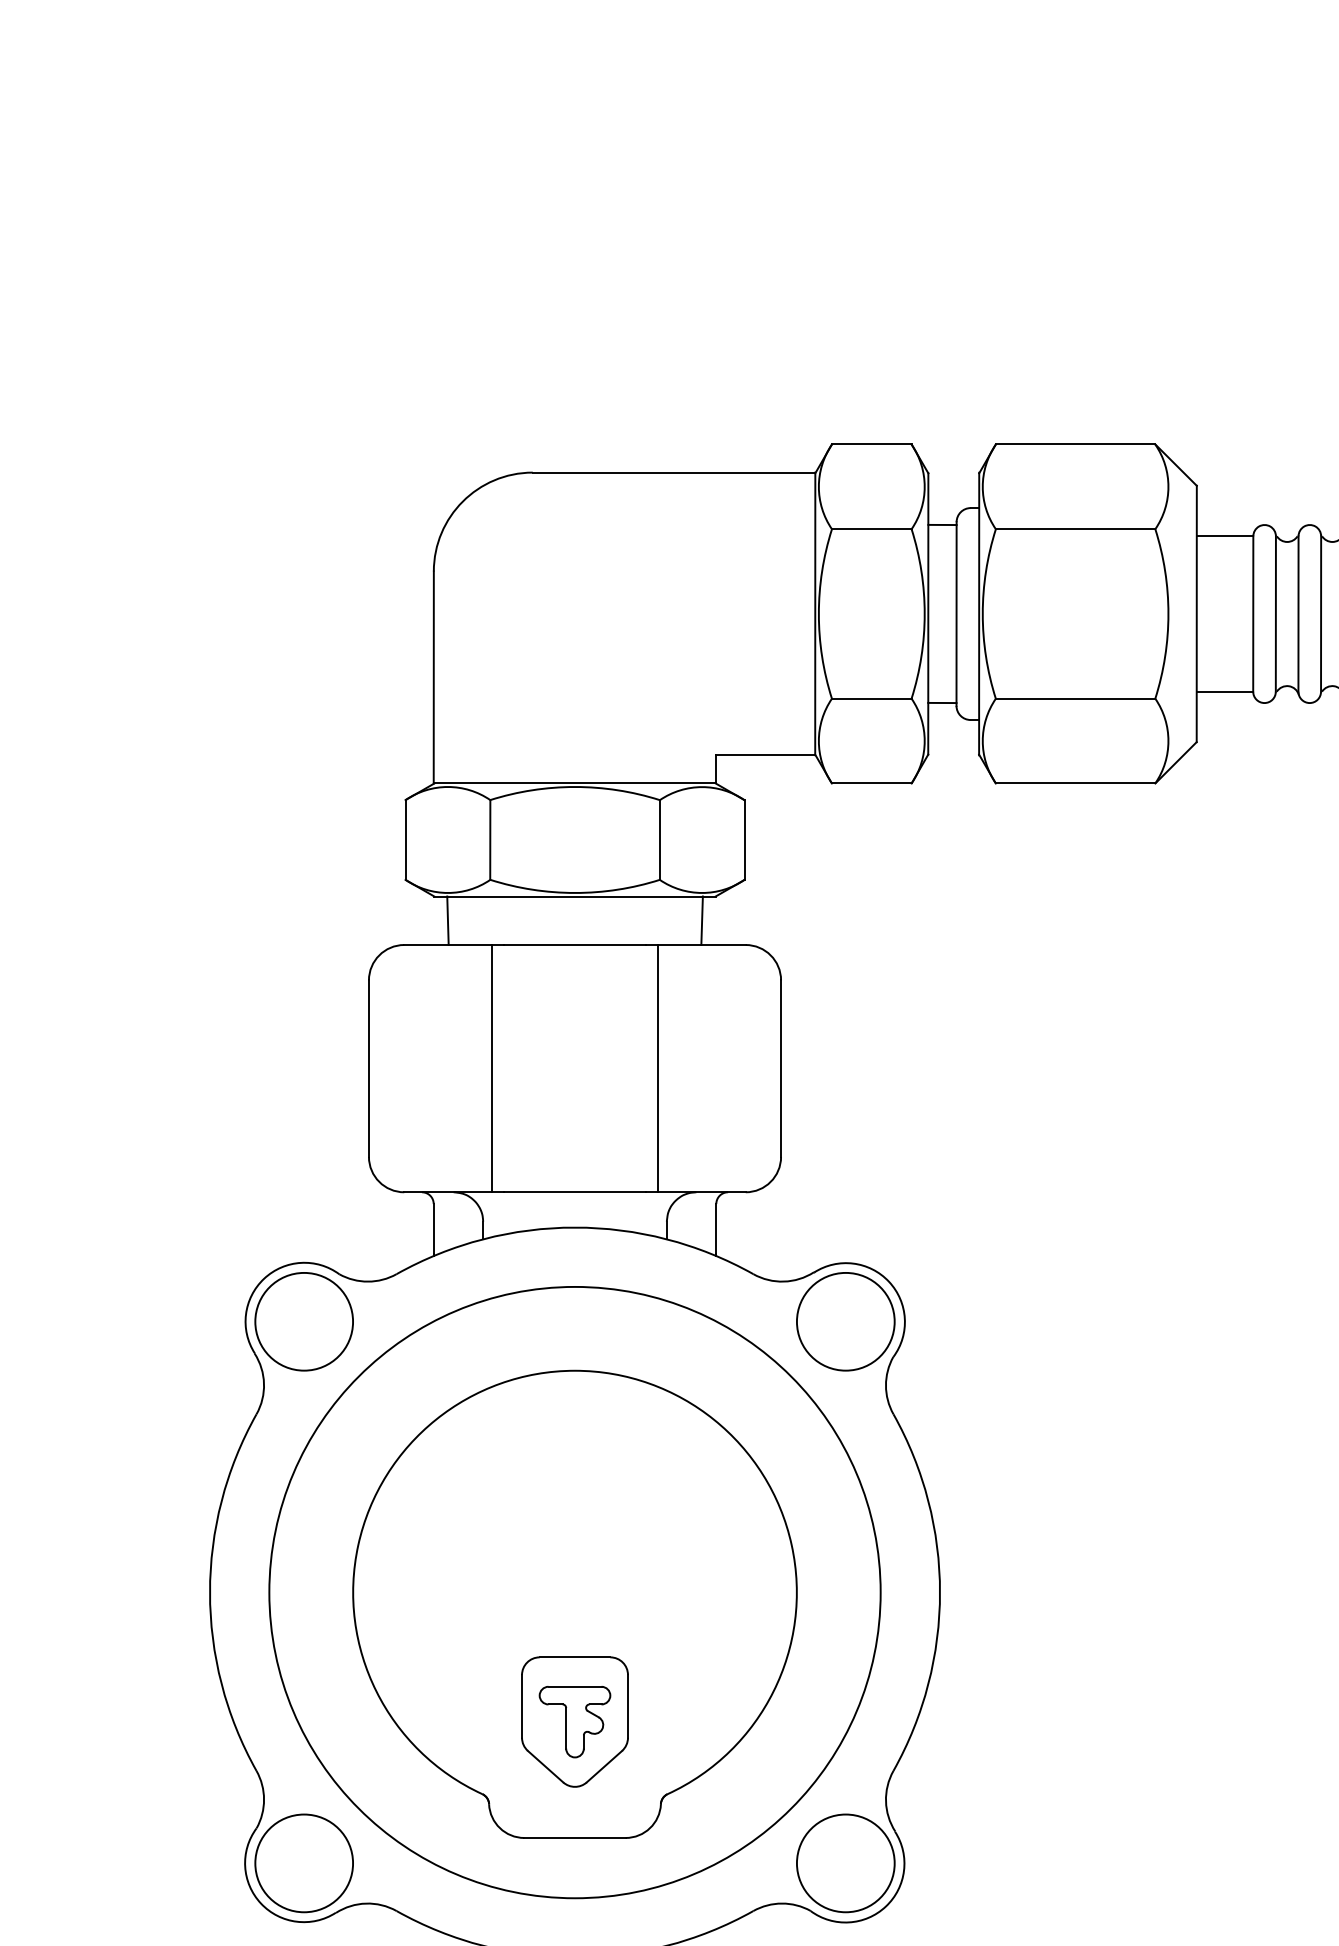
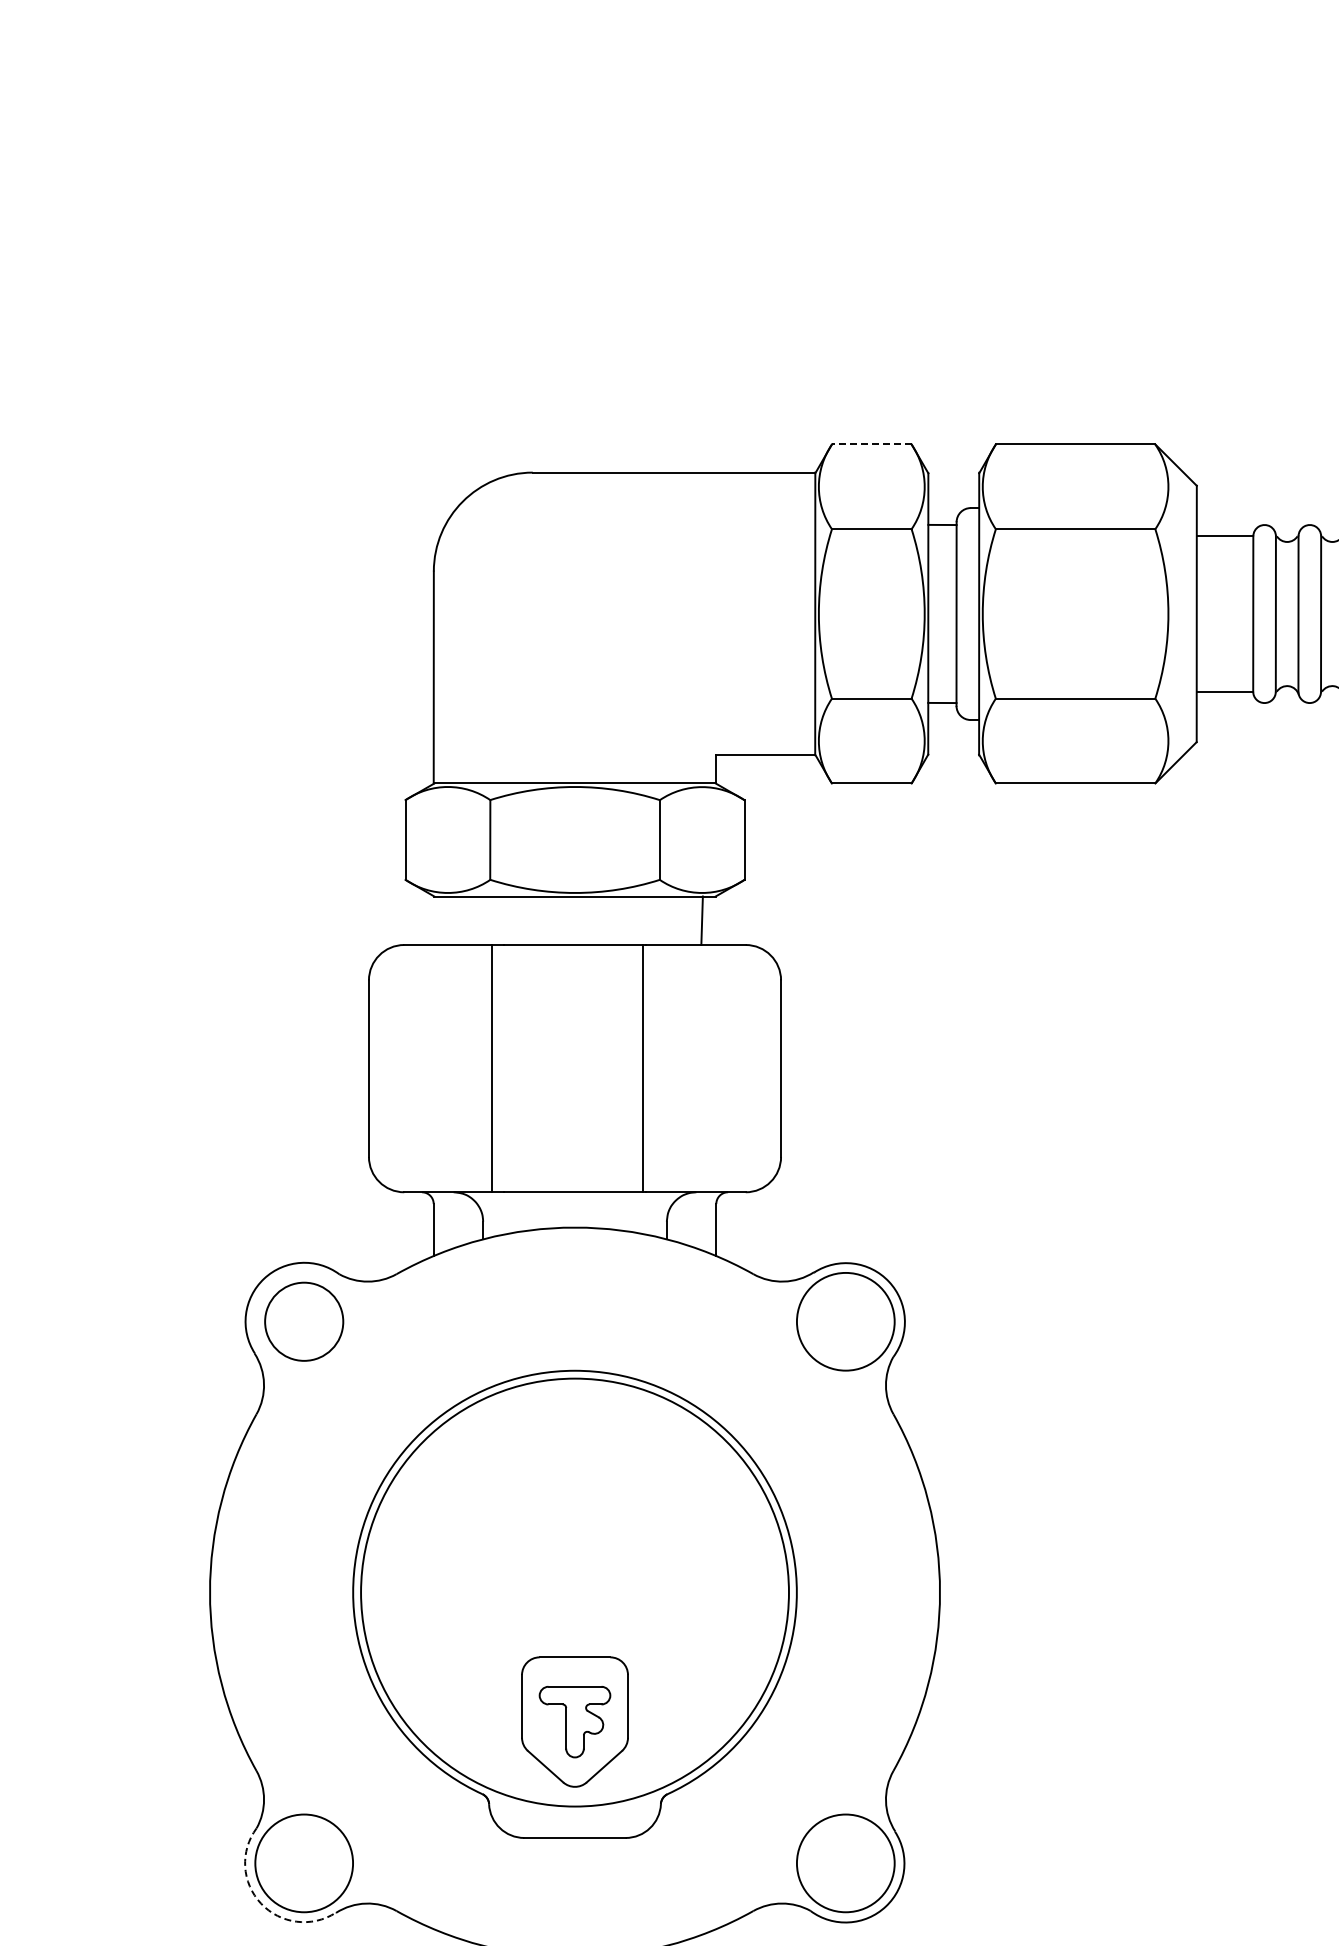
line at (871, 444): solid -> dashed
line at (447, 920): present -> none
line at (658, 1068) position: (658, 1068) -> (643, 1068)
circle at (304, 1321) diameter: 98 px -> 78 px
circle at (574, 1592) diameter: 611 px -> 428 px
arc at (261, 1903): solid -> dashed
